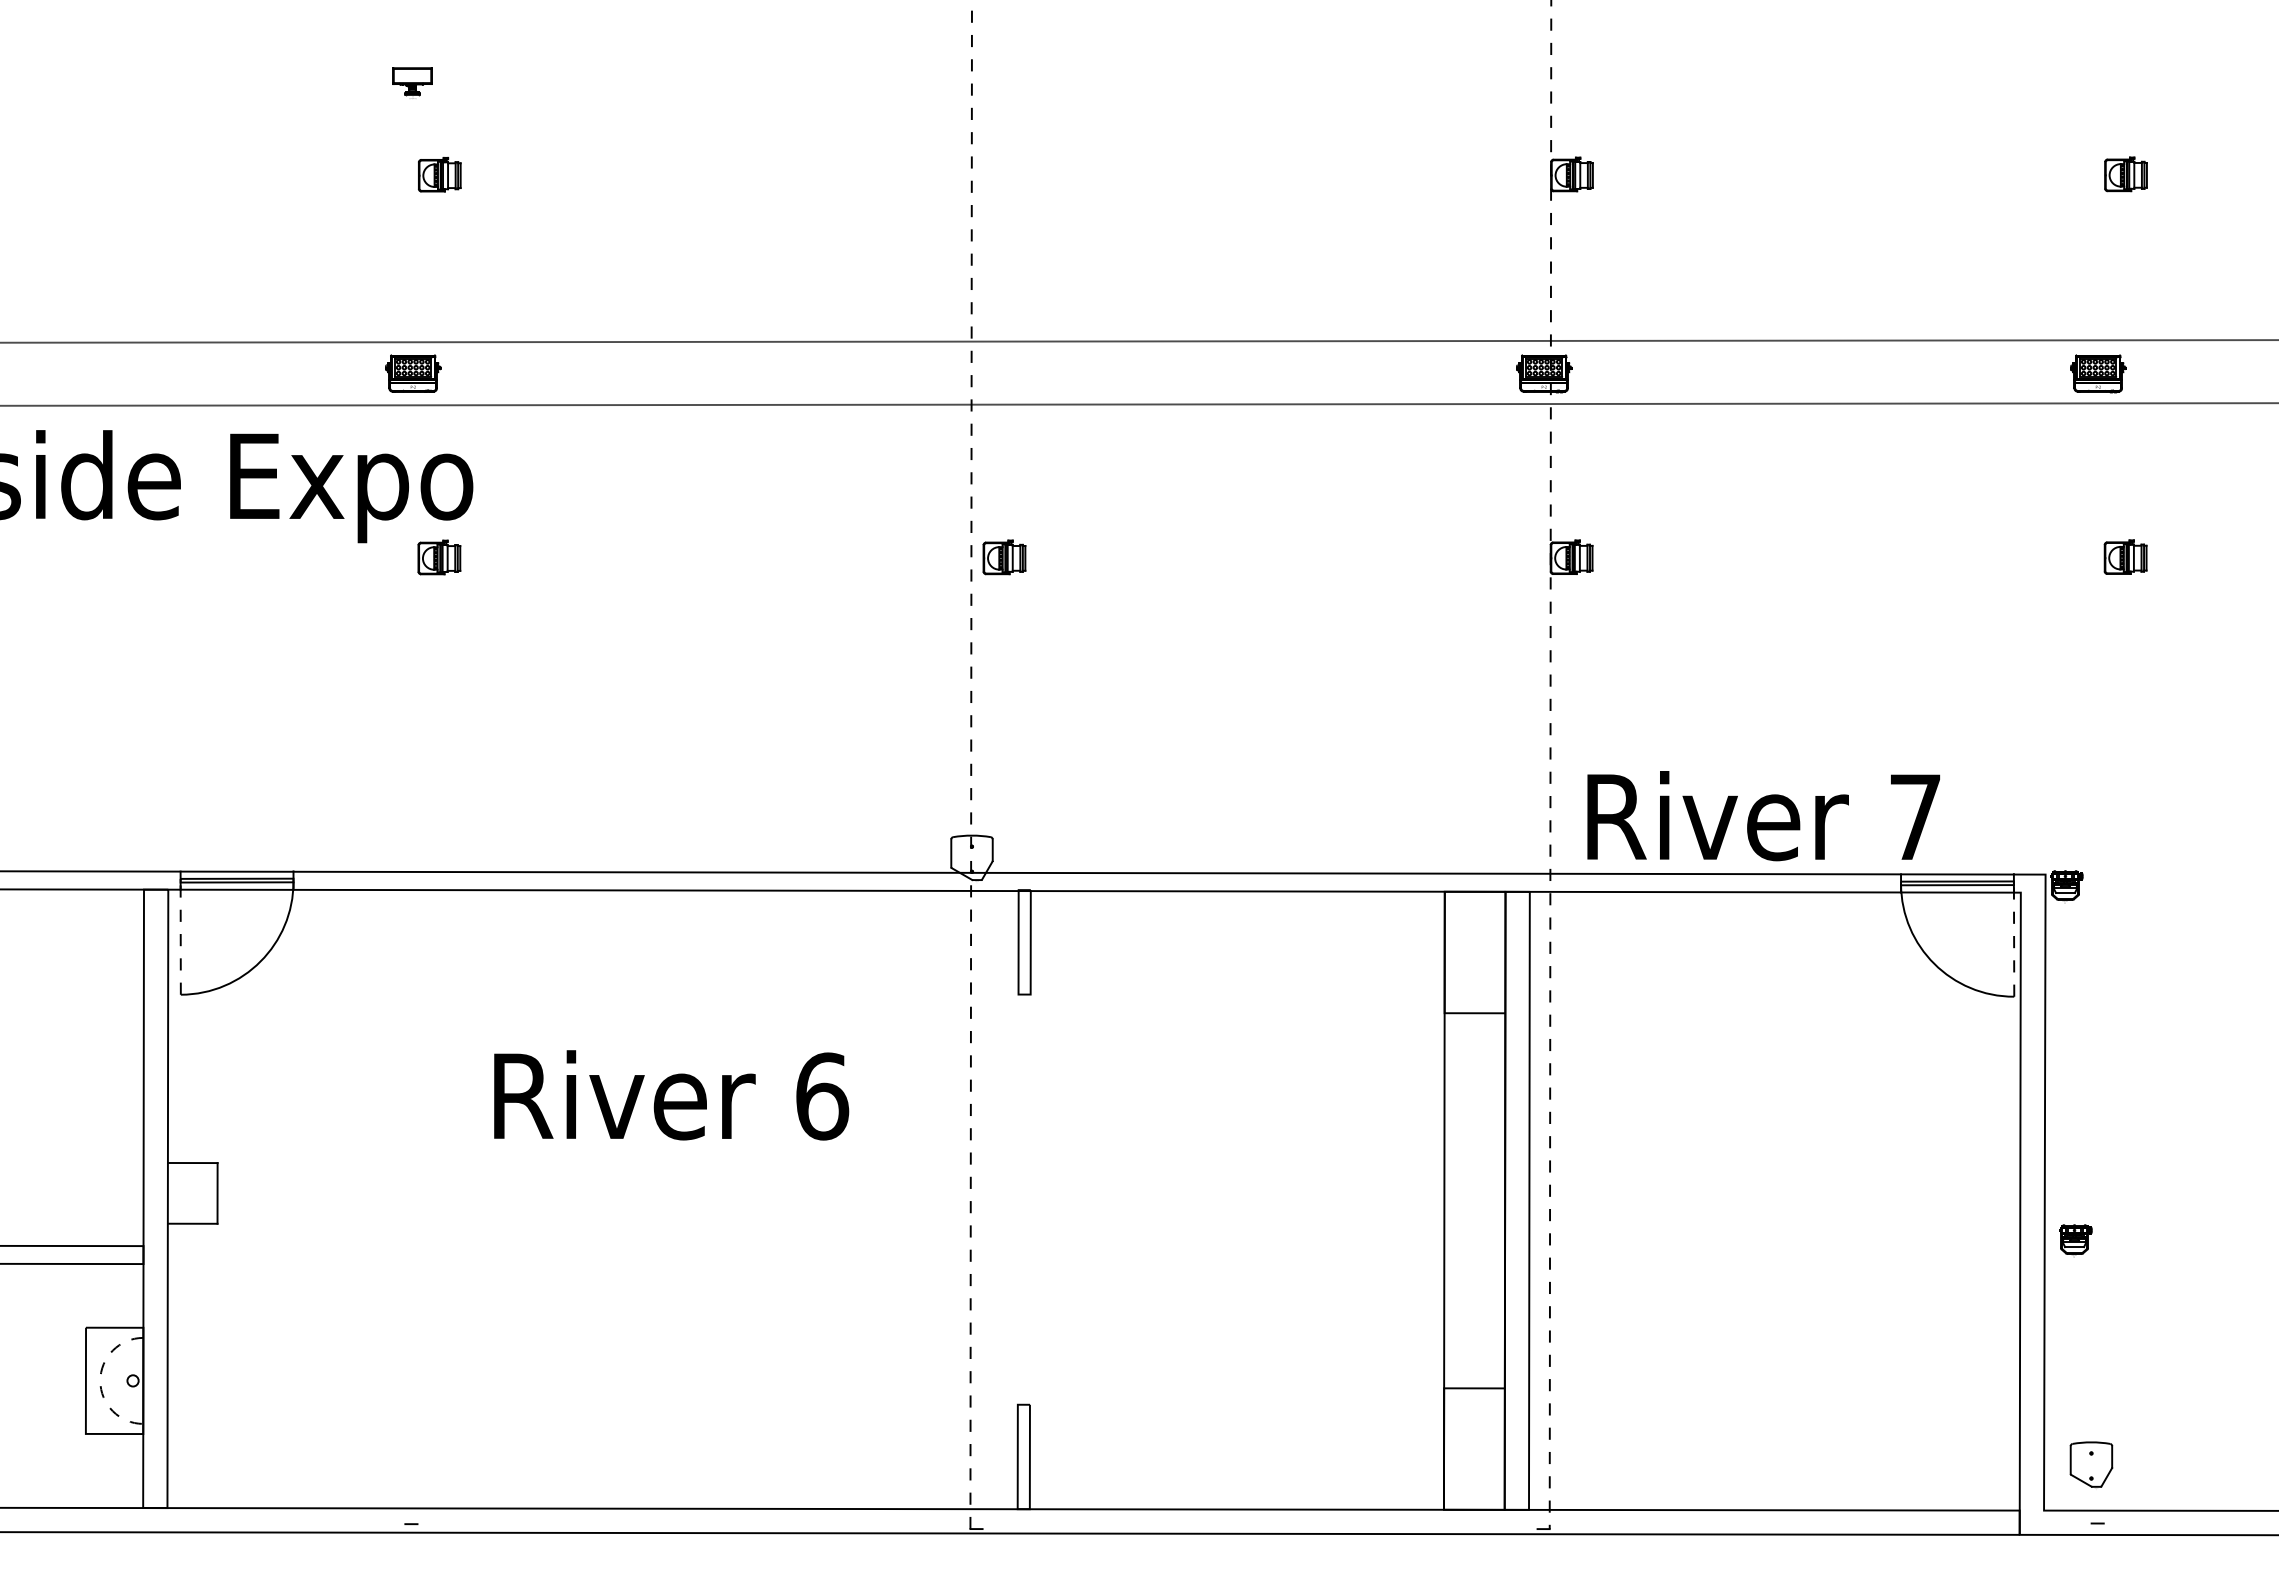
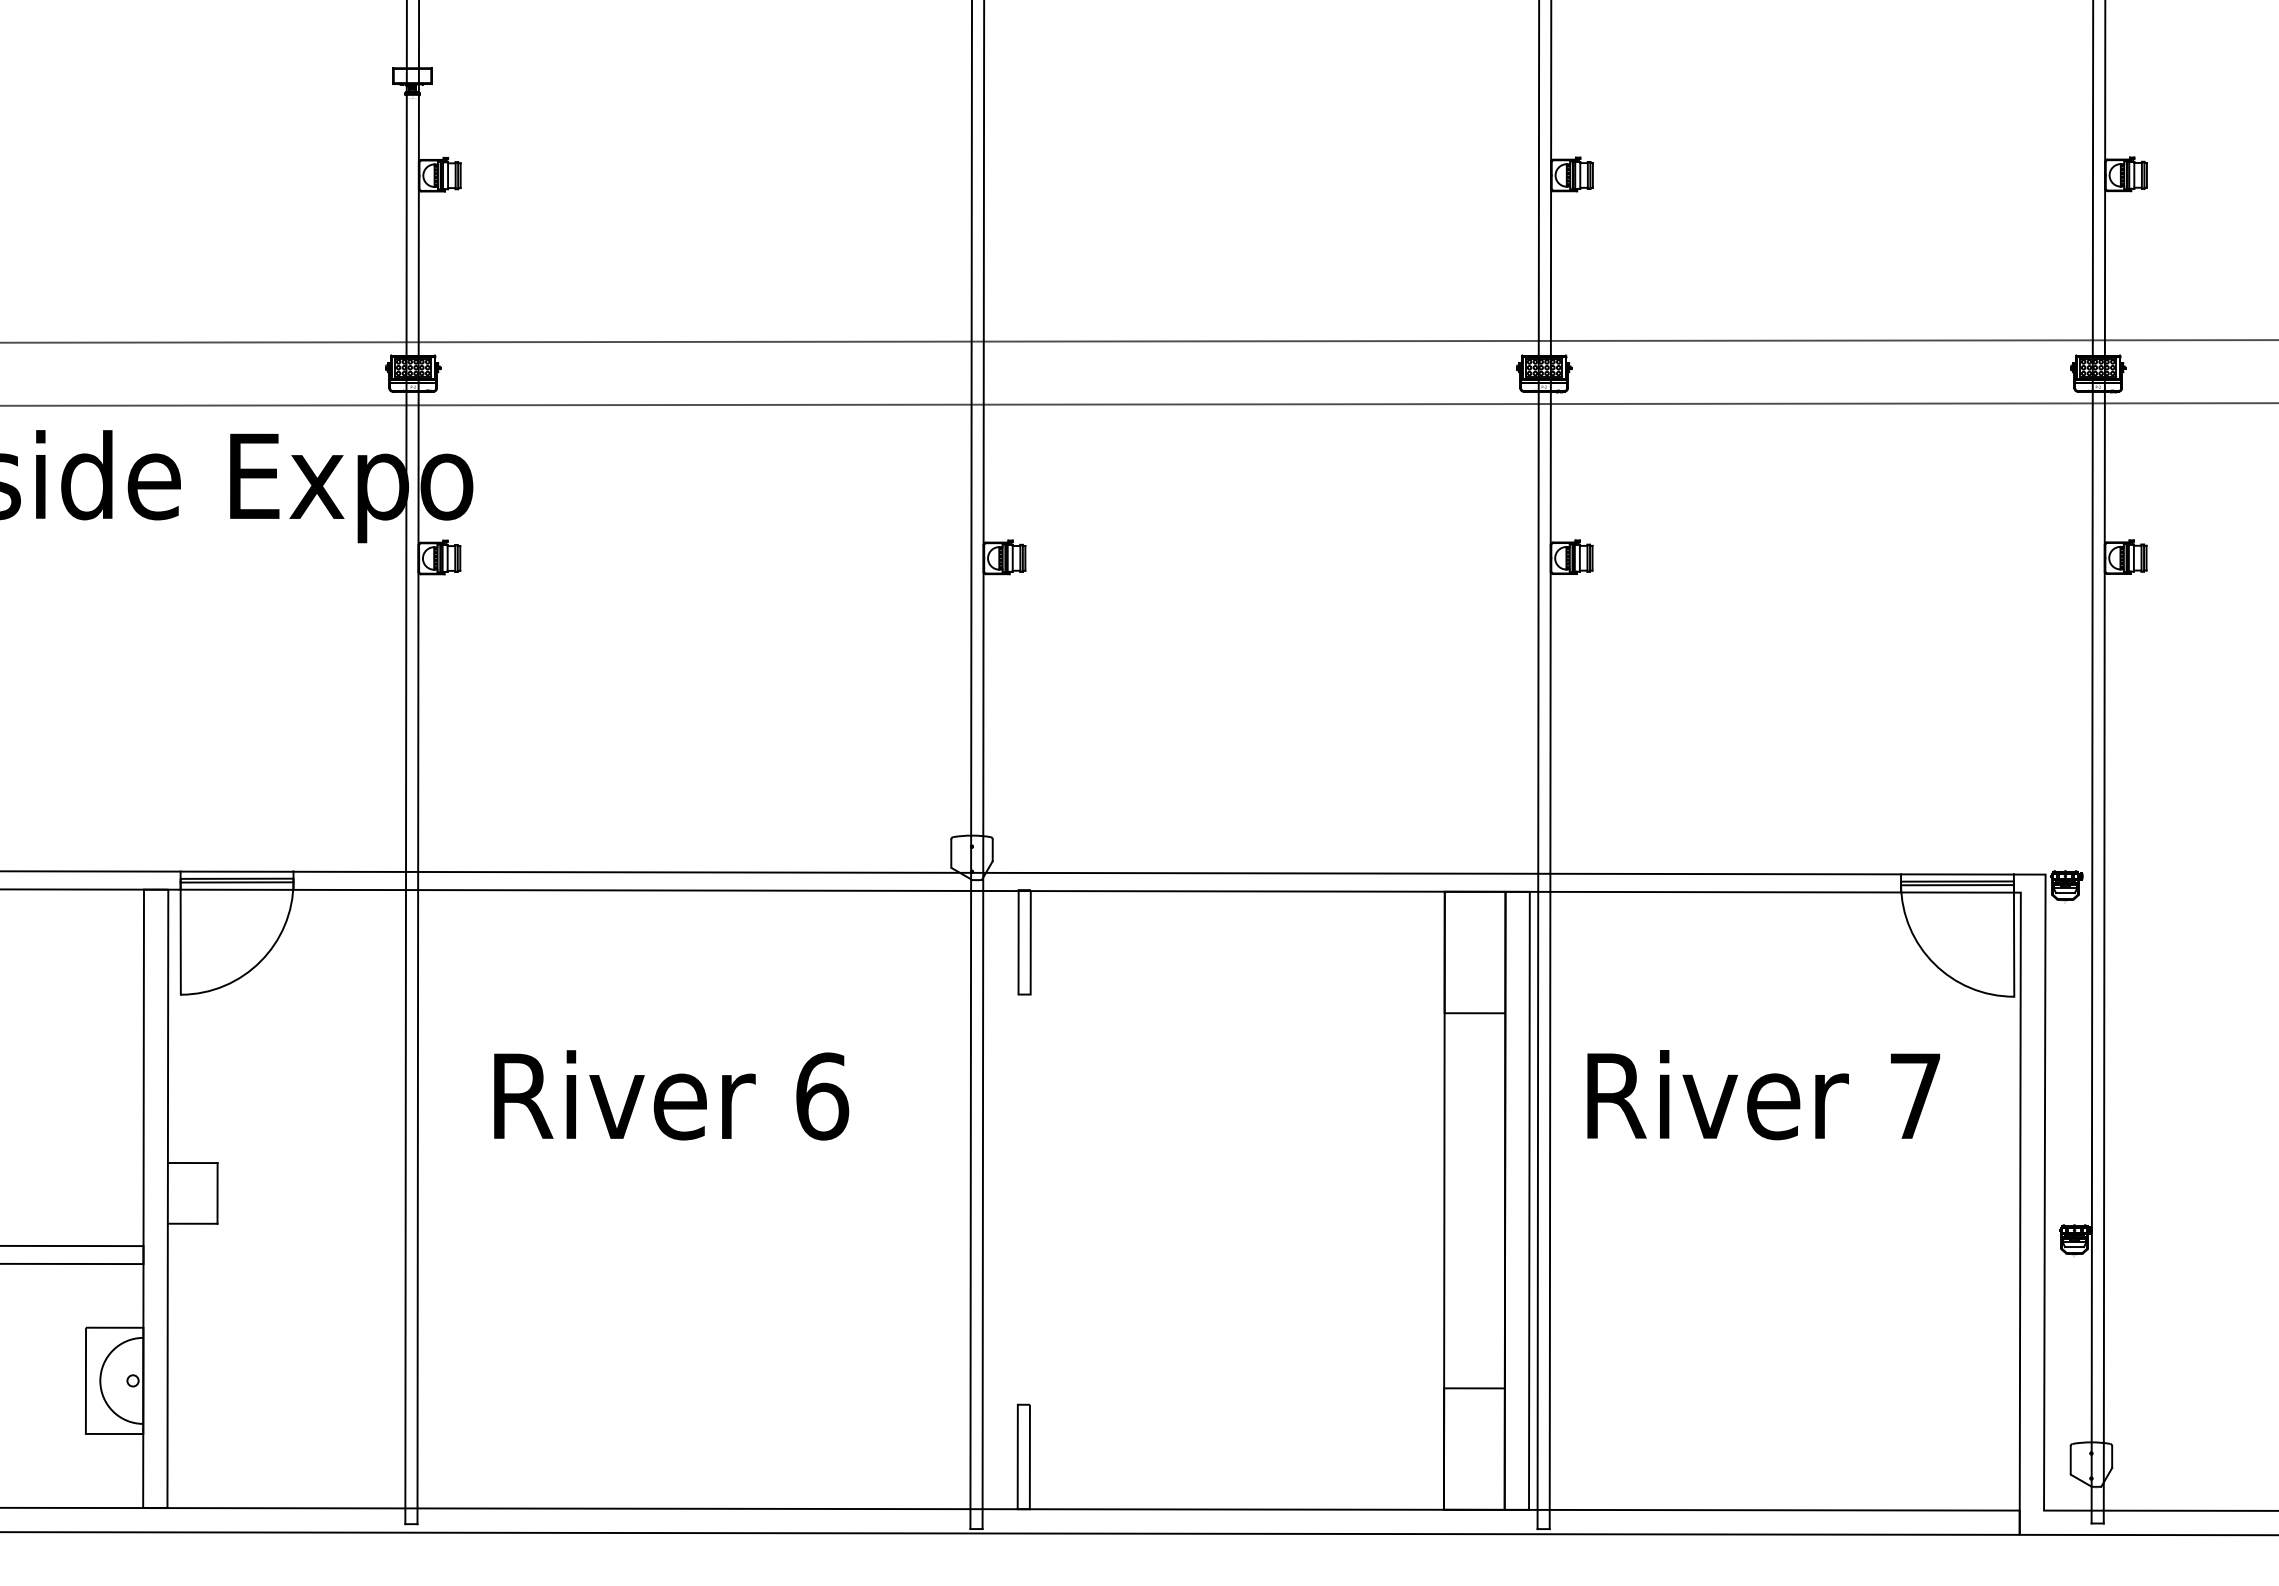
line at (2092, 762): none -> present
line at (2104, 762): none -> present
line at (405, 763): none -> present
line at (418, 763): none -> present
line at (971, 764): dashed -> solid
line at (983, 765): none -> present
line at (1538, 765): none -> present
line at (1550, 765): dashed -> solid
text at (1763, 816) position: (1763, 816) -> (1763, 1095)
line at (180, 937): dashed -> solid
line at (2014, 939): dashed -> solid
arc at (100, 1380): dashed -> solid
